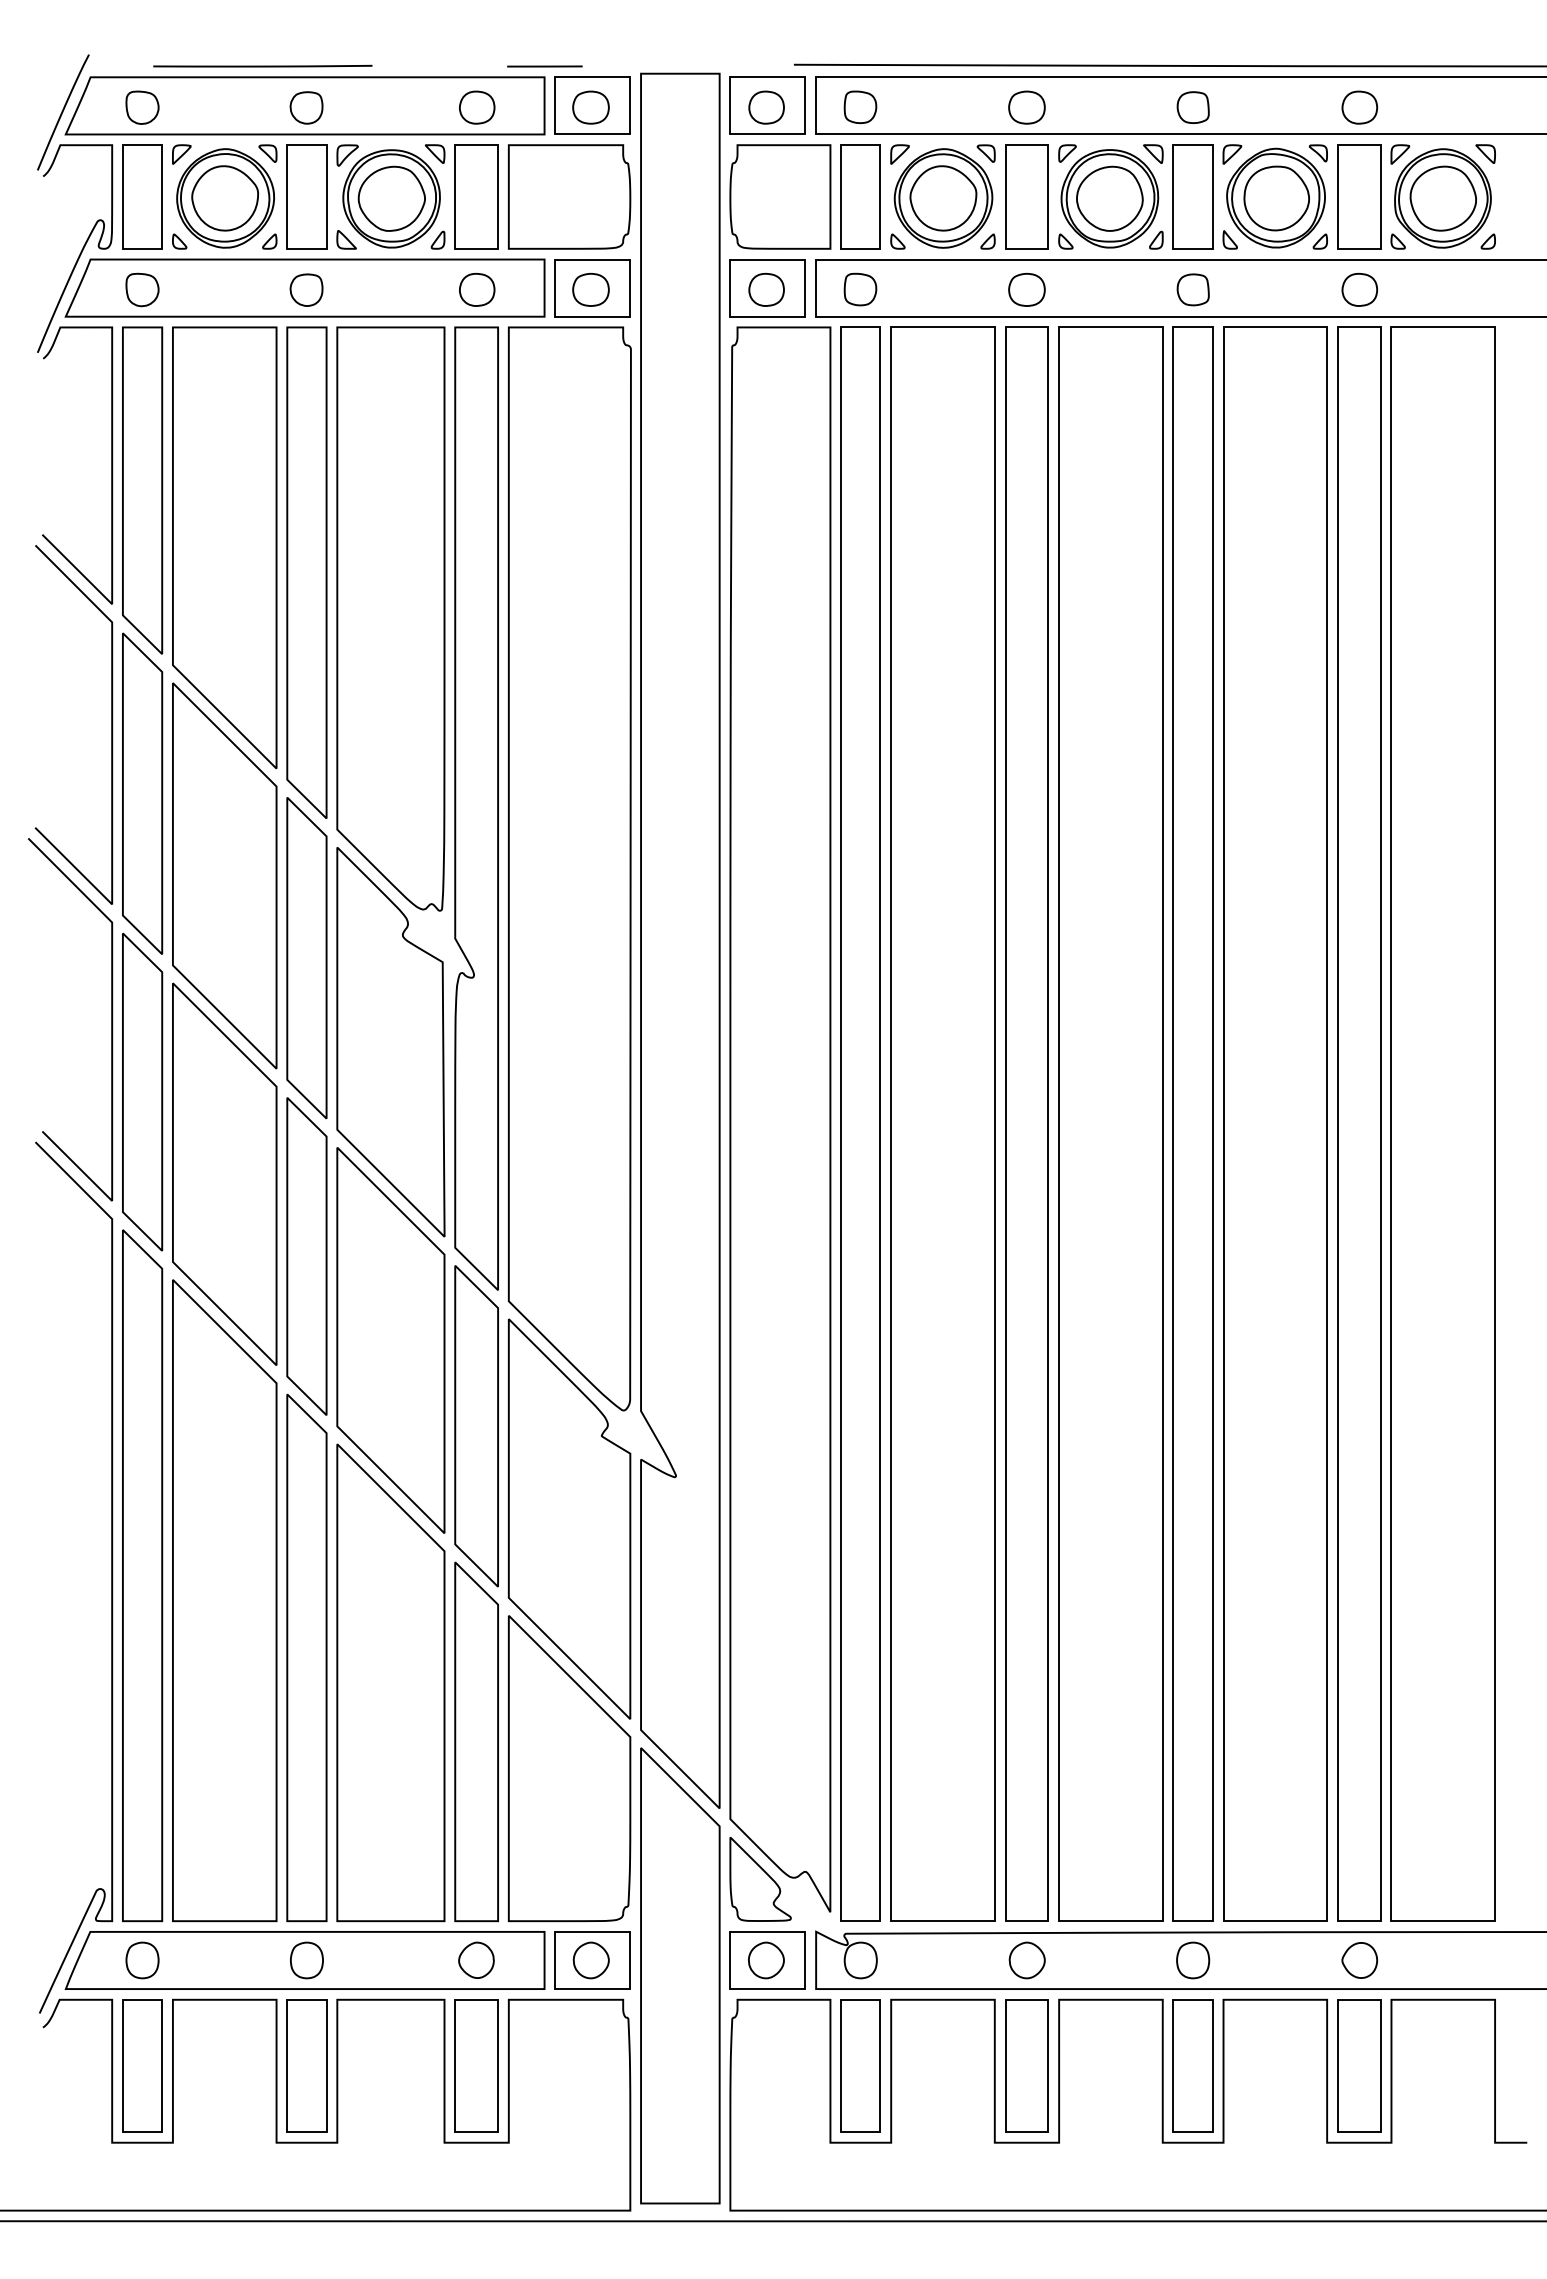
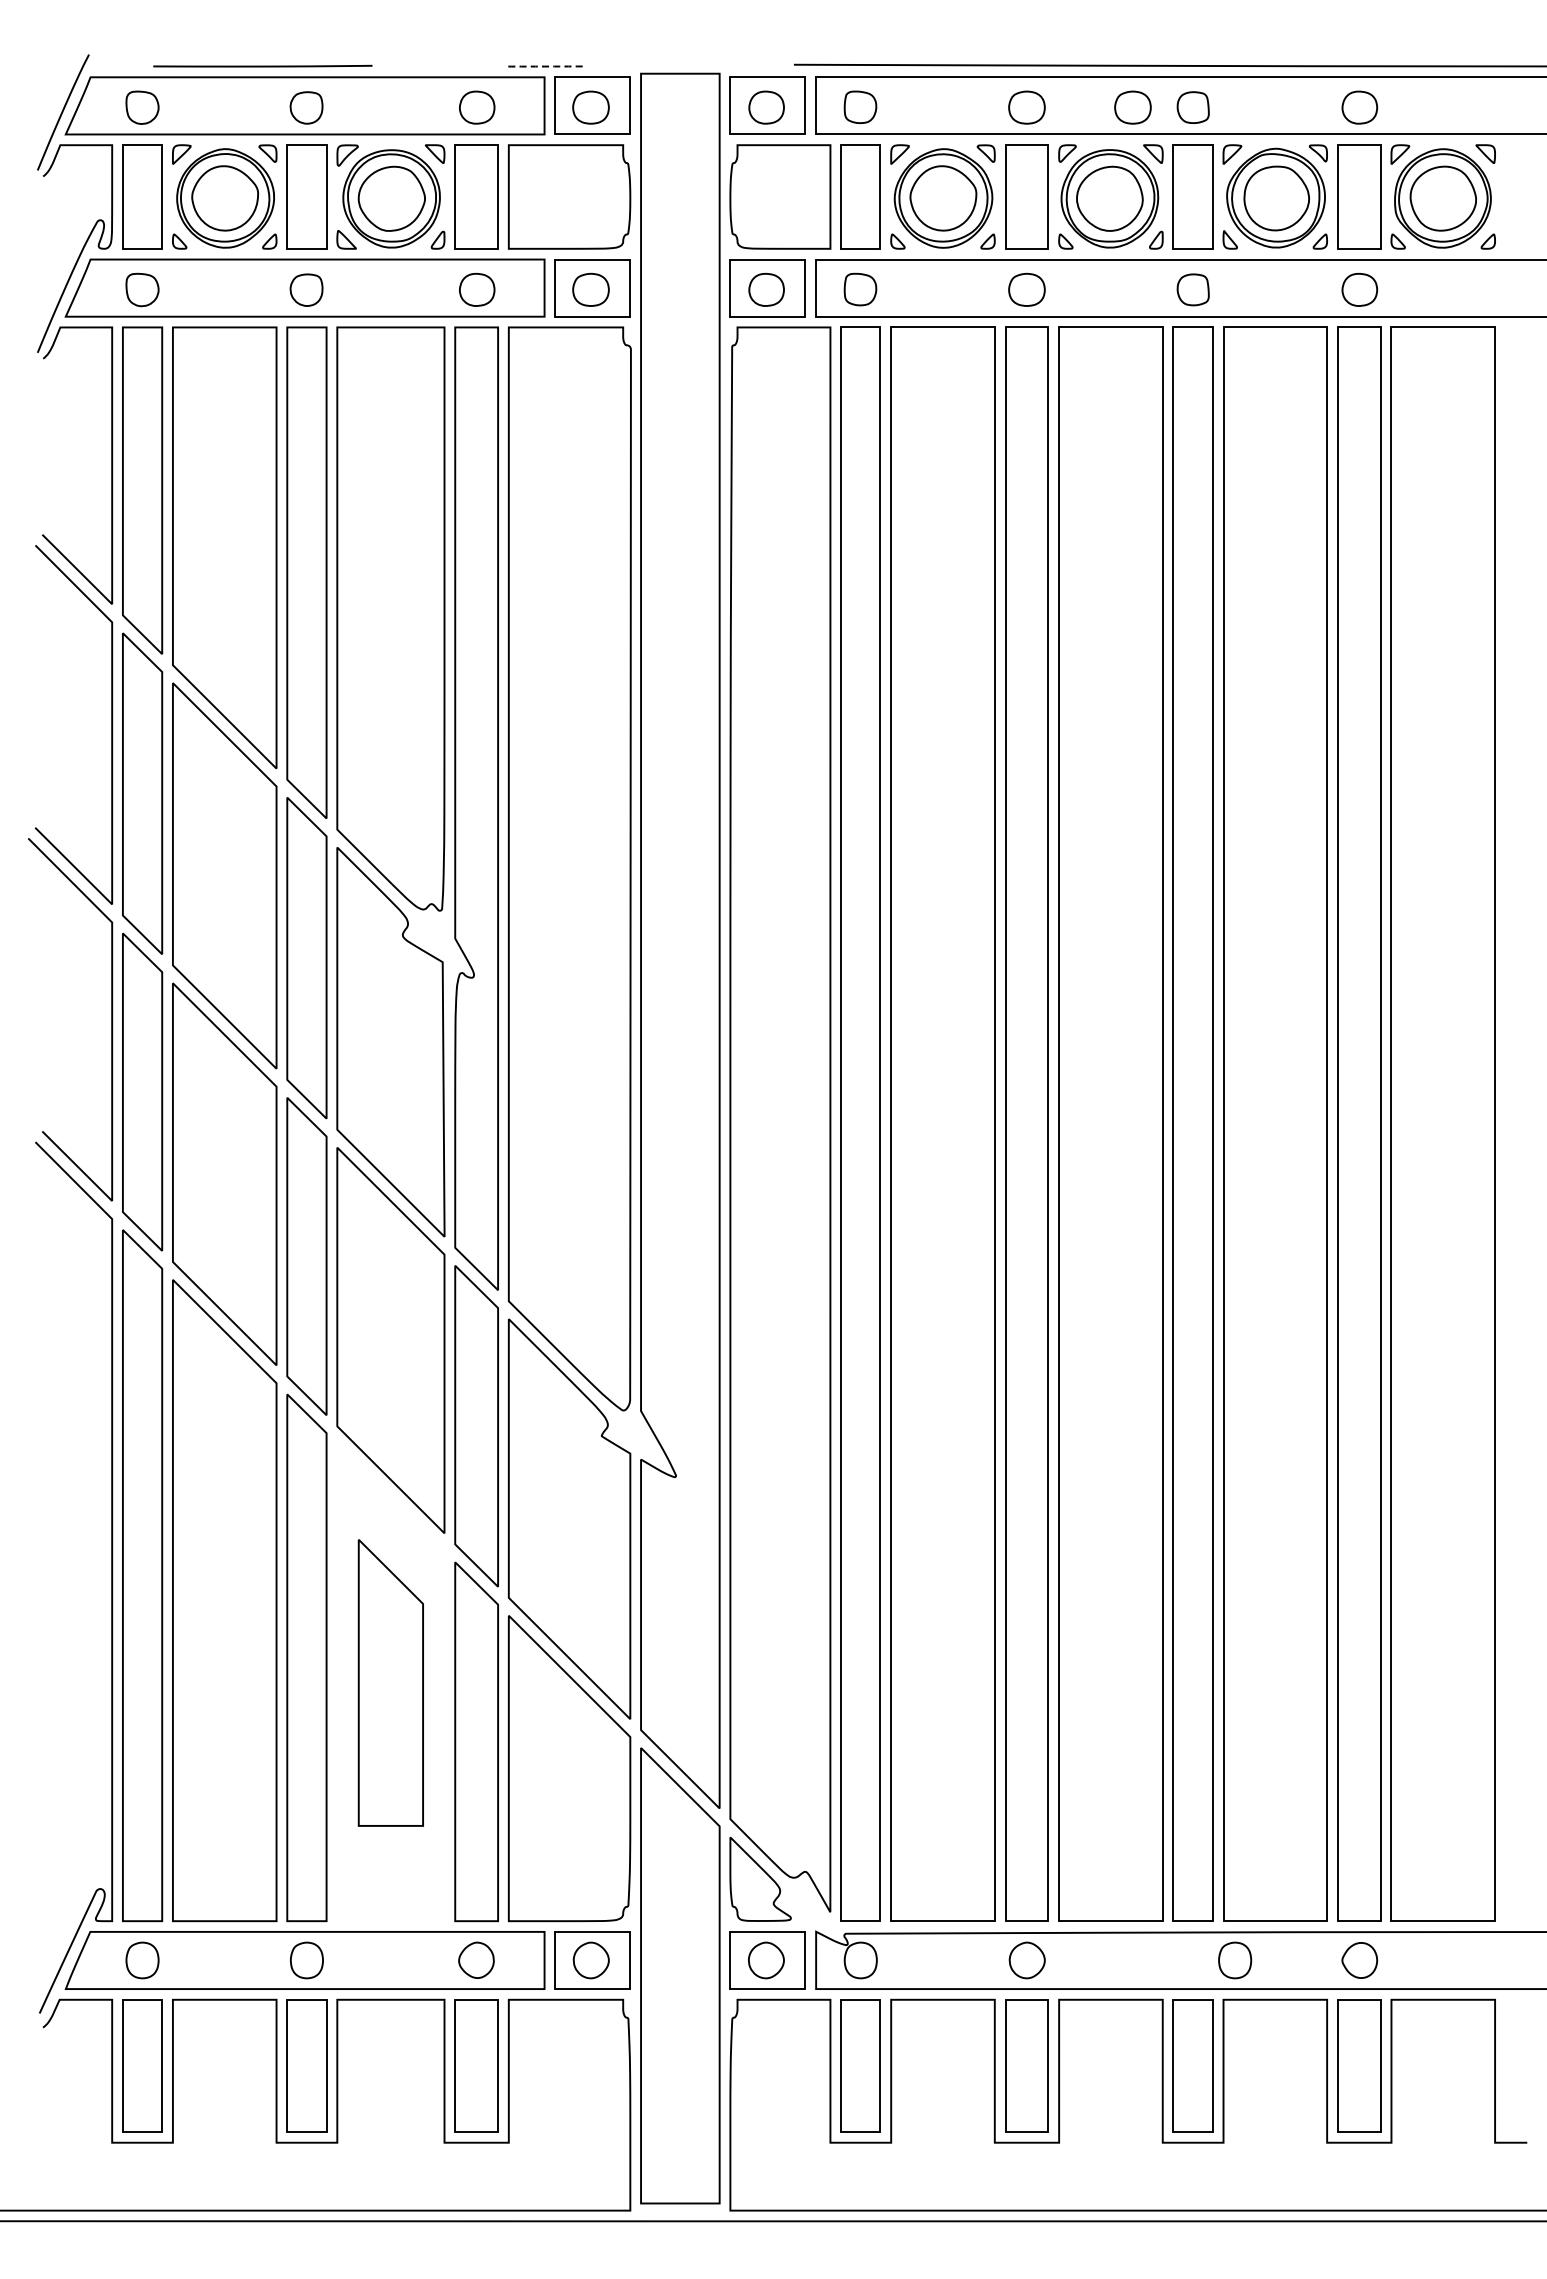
line at (544, 66): solid -> dashed
part at (1132, 107): none -> present
part at (390, 1682) size: 110x480 px -> 67x288 px
part at (1193, 1960) position: (1193, 1960) -> (1235, 1960)
